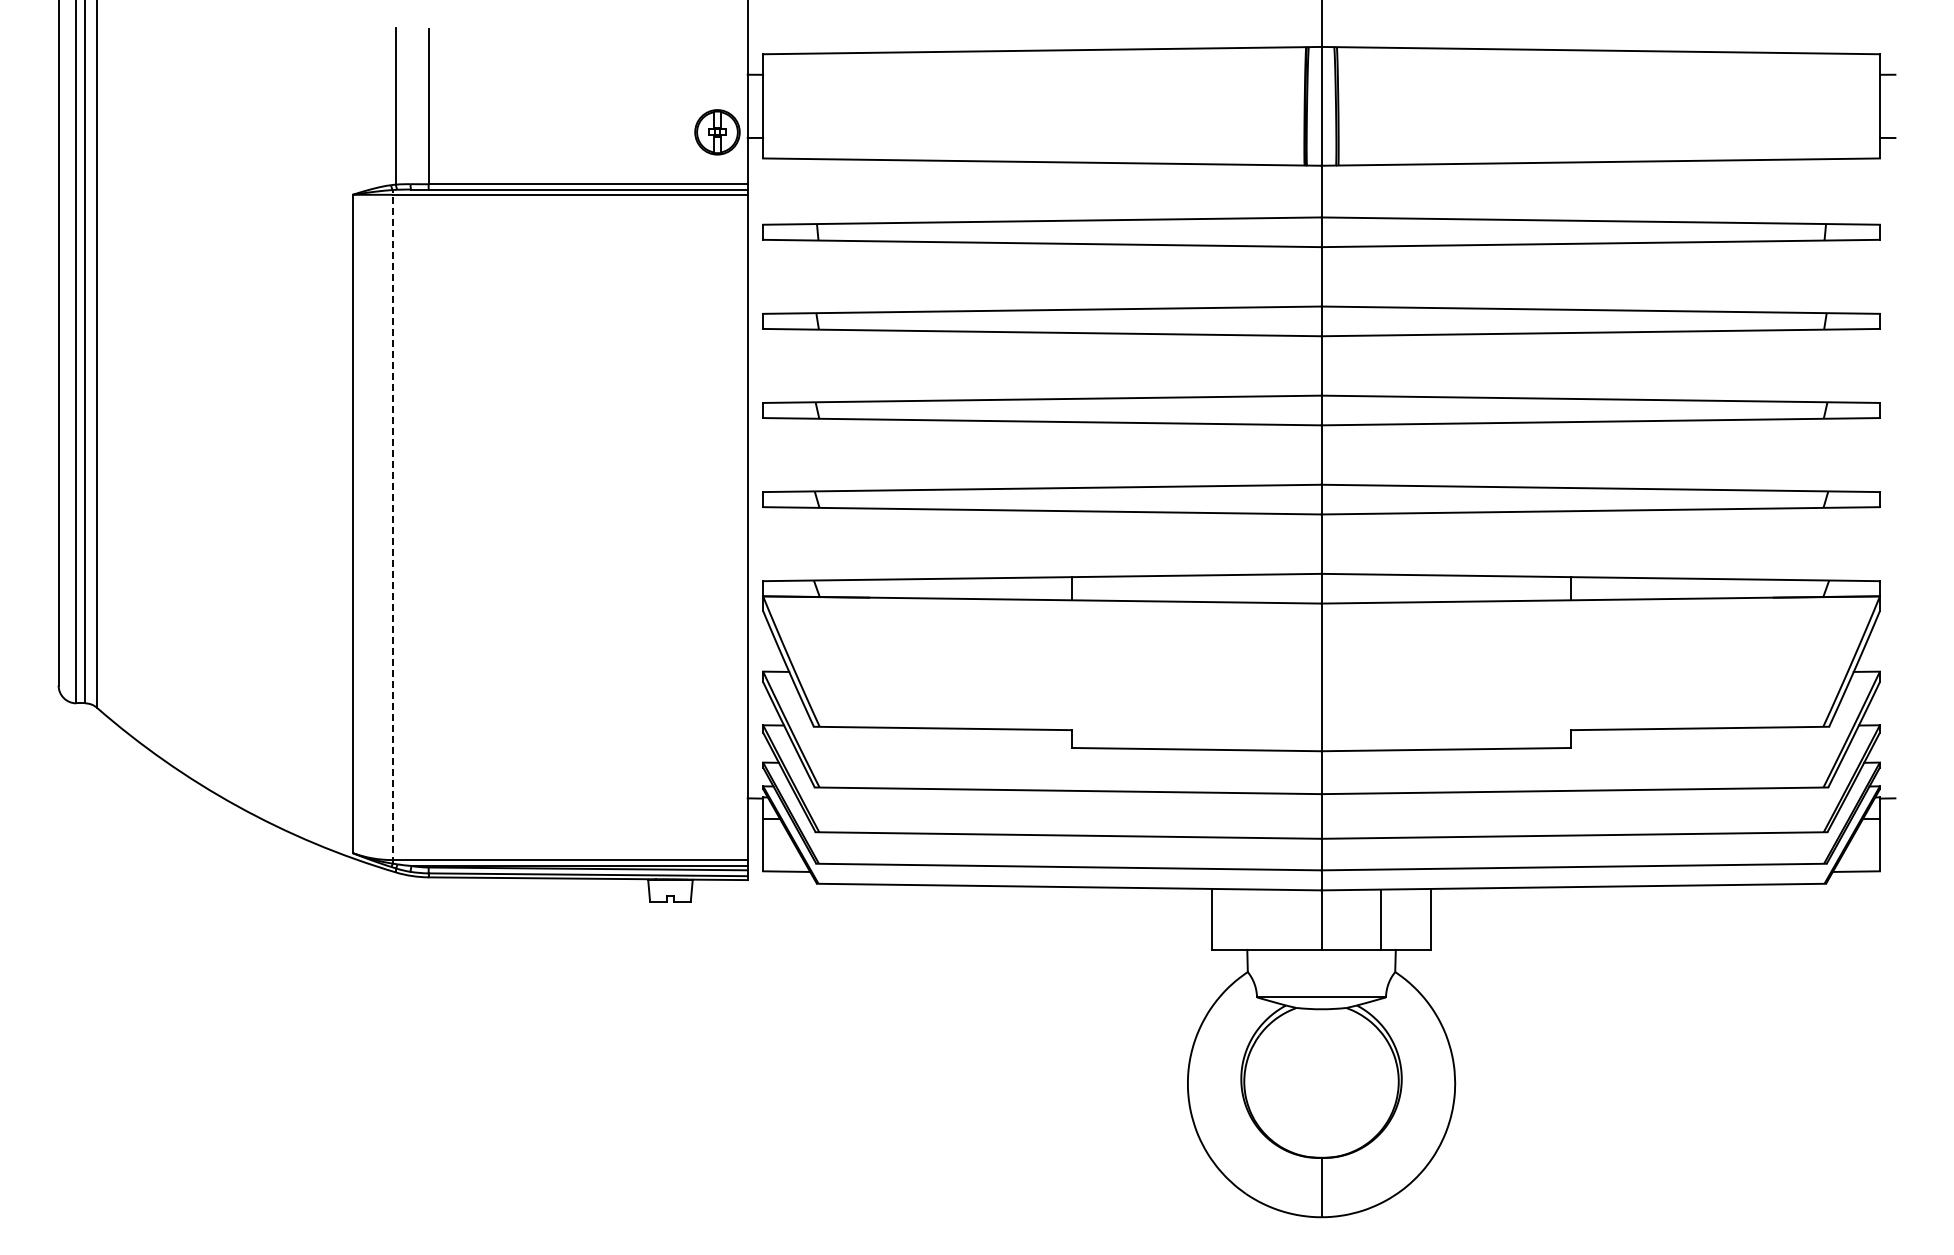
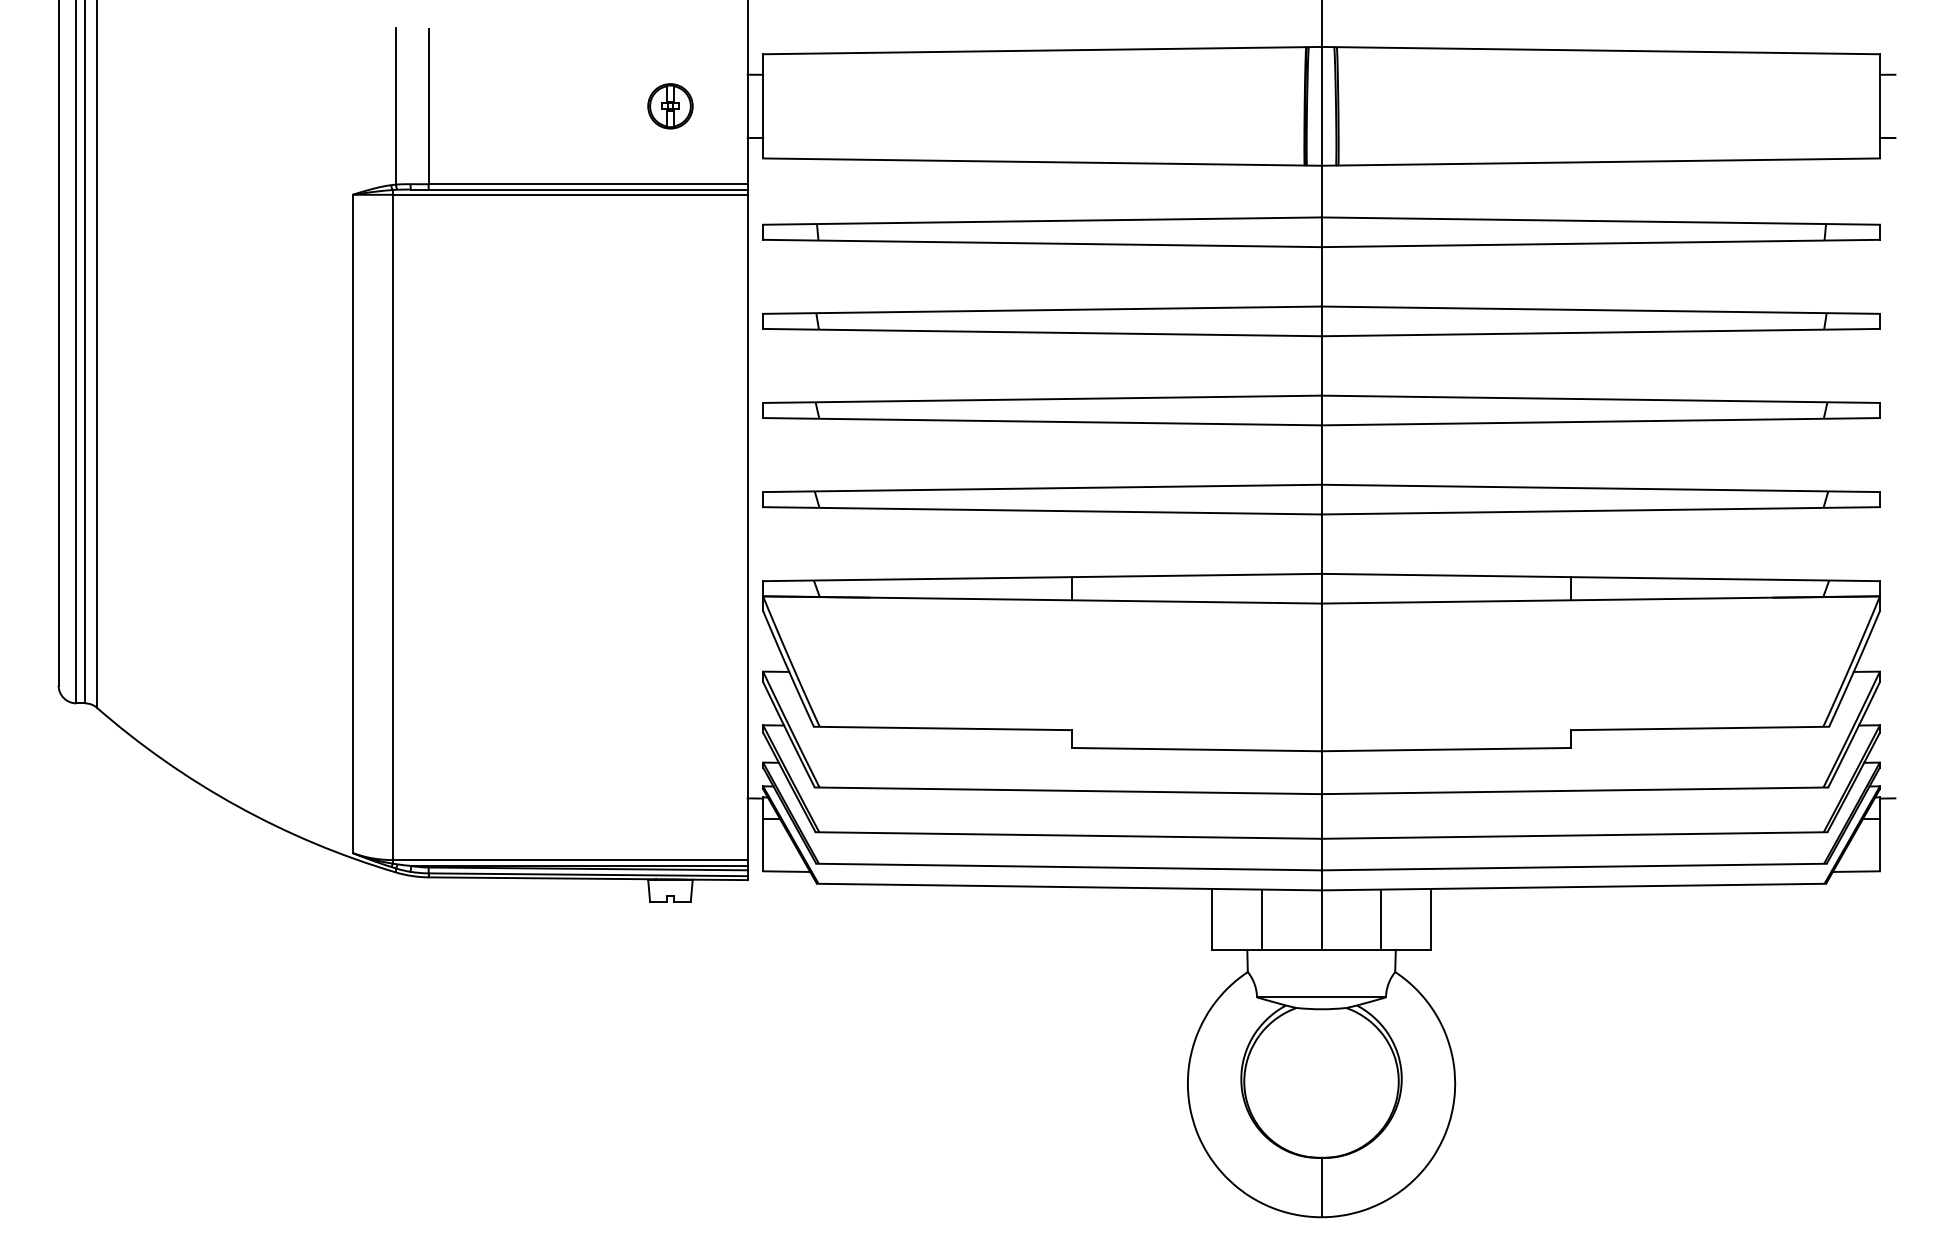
part at (717, 132) position: (717, 132) -> (670, 106)
line at (392, 526): dashed -> solid
line at (1261, 919): none -> present
